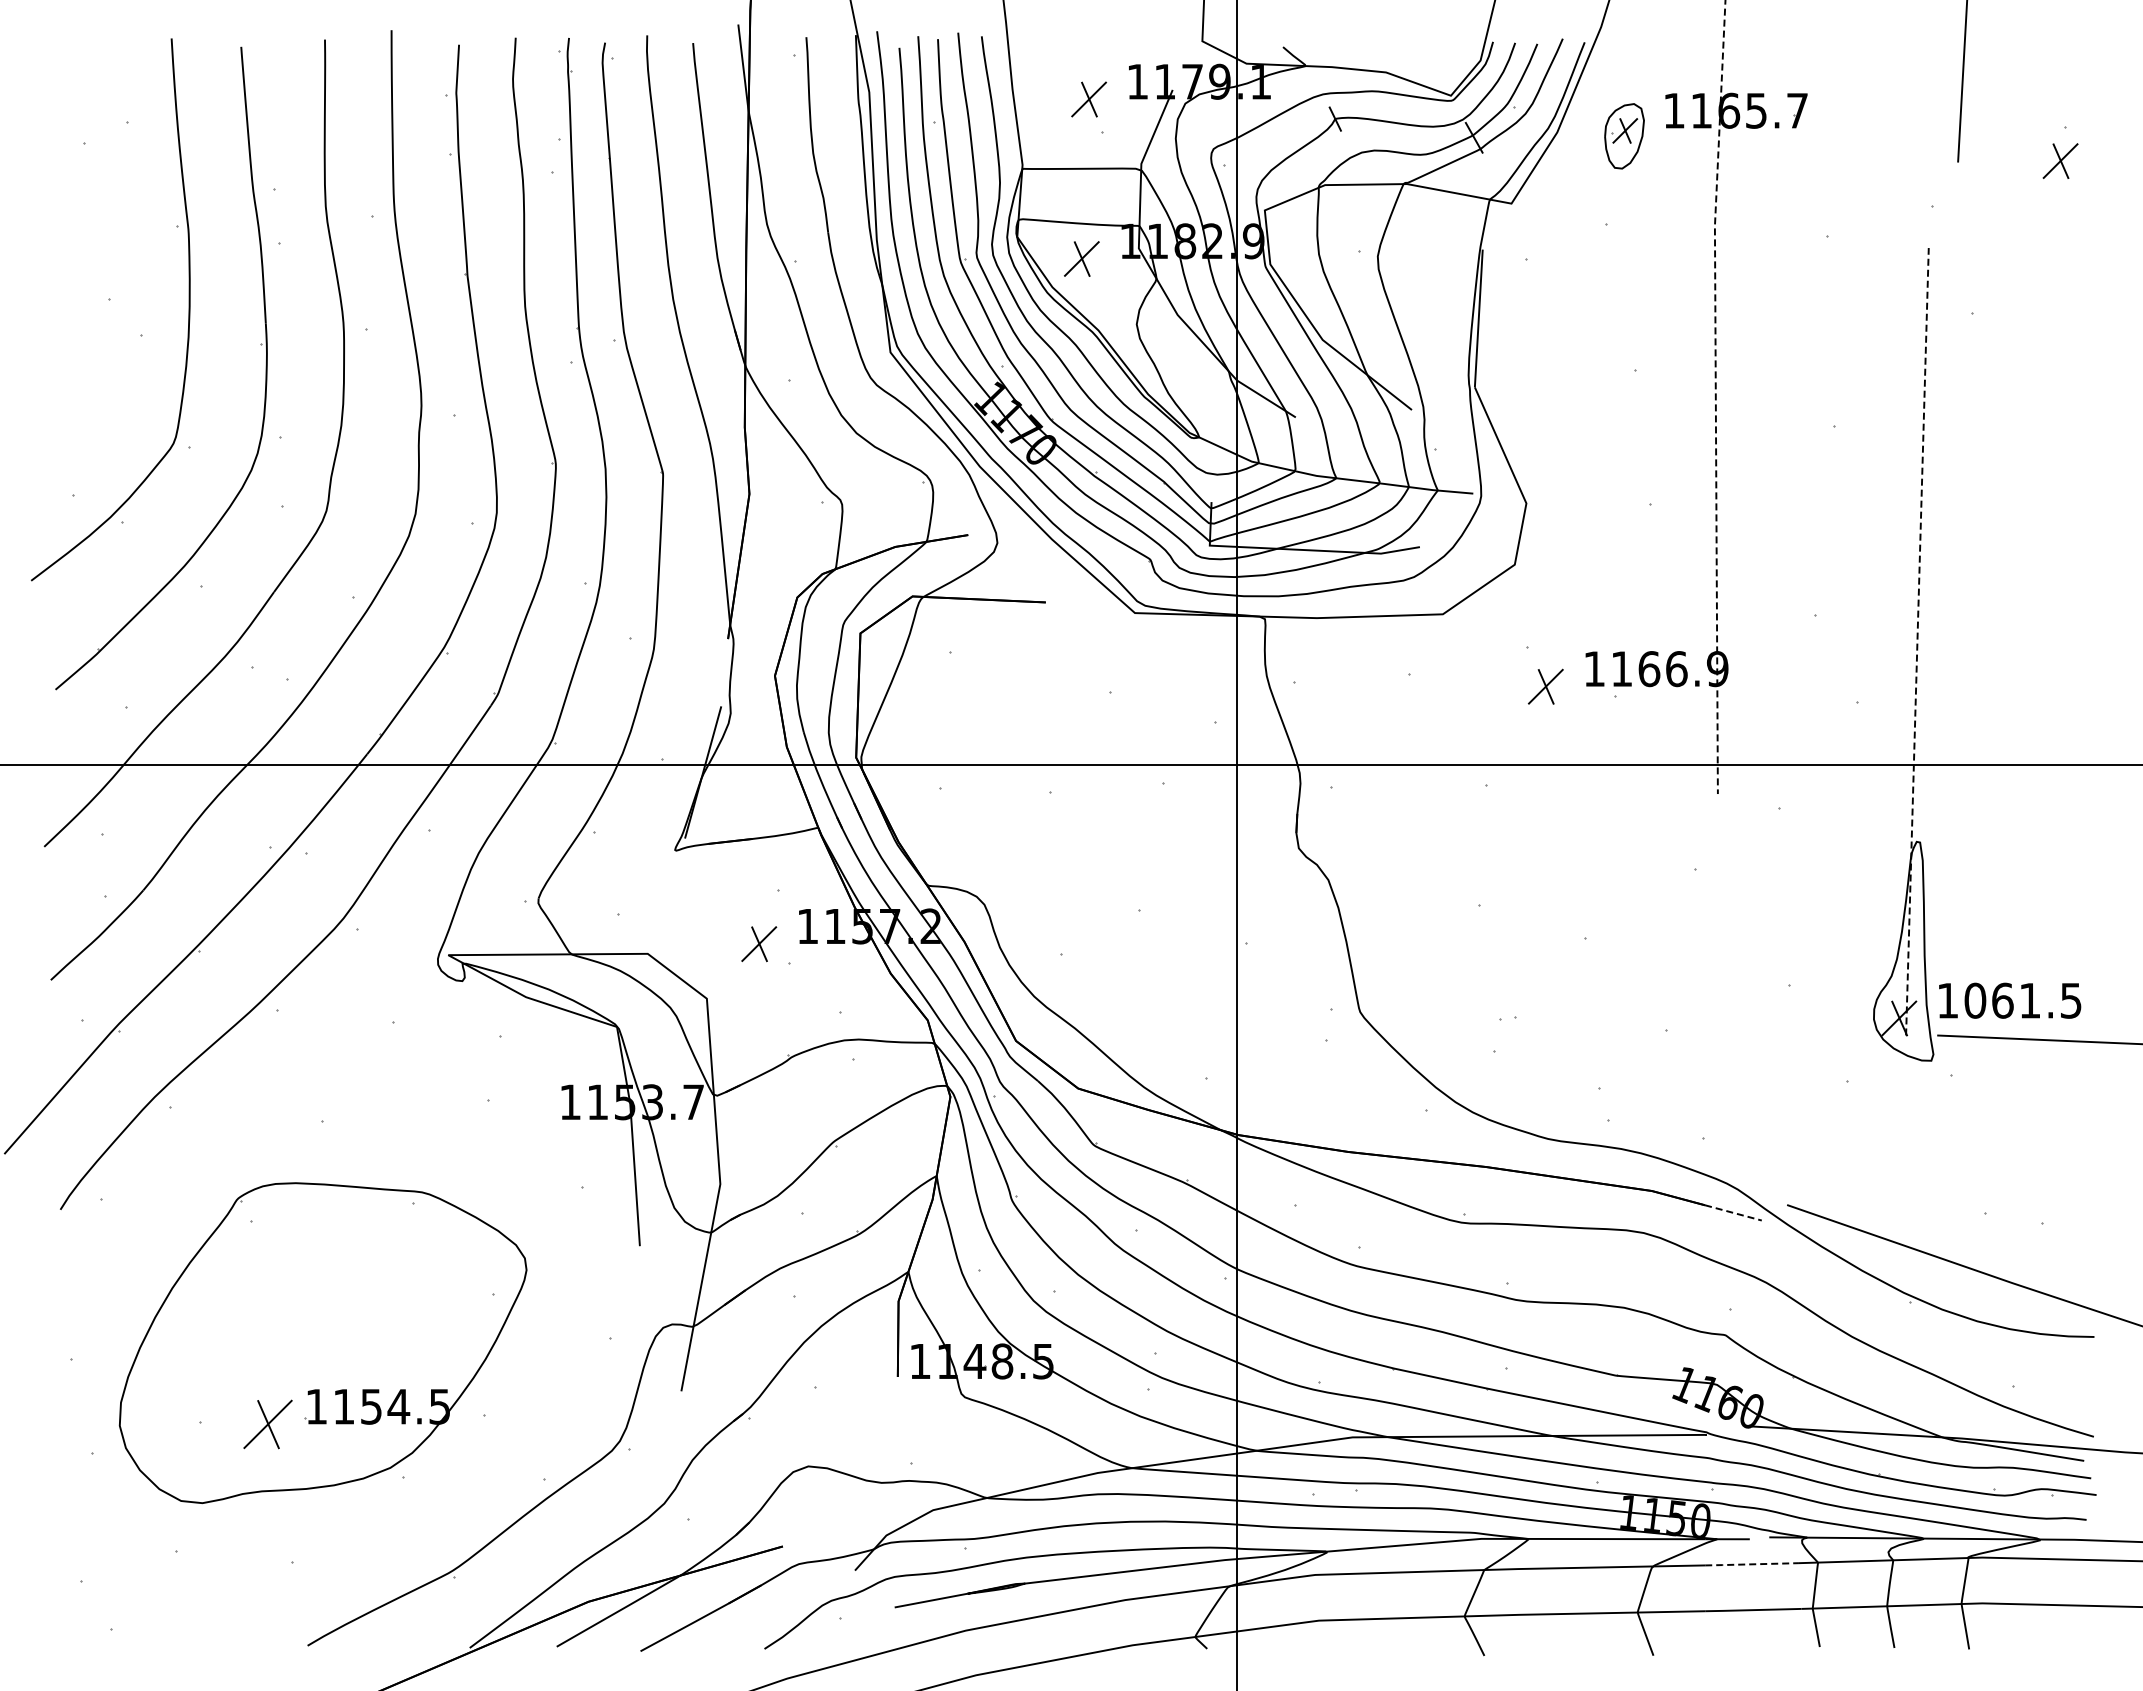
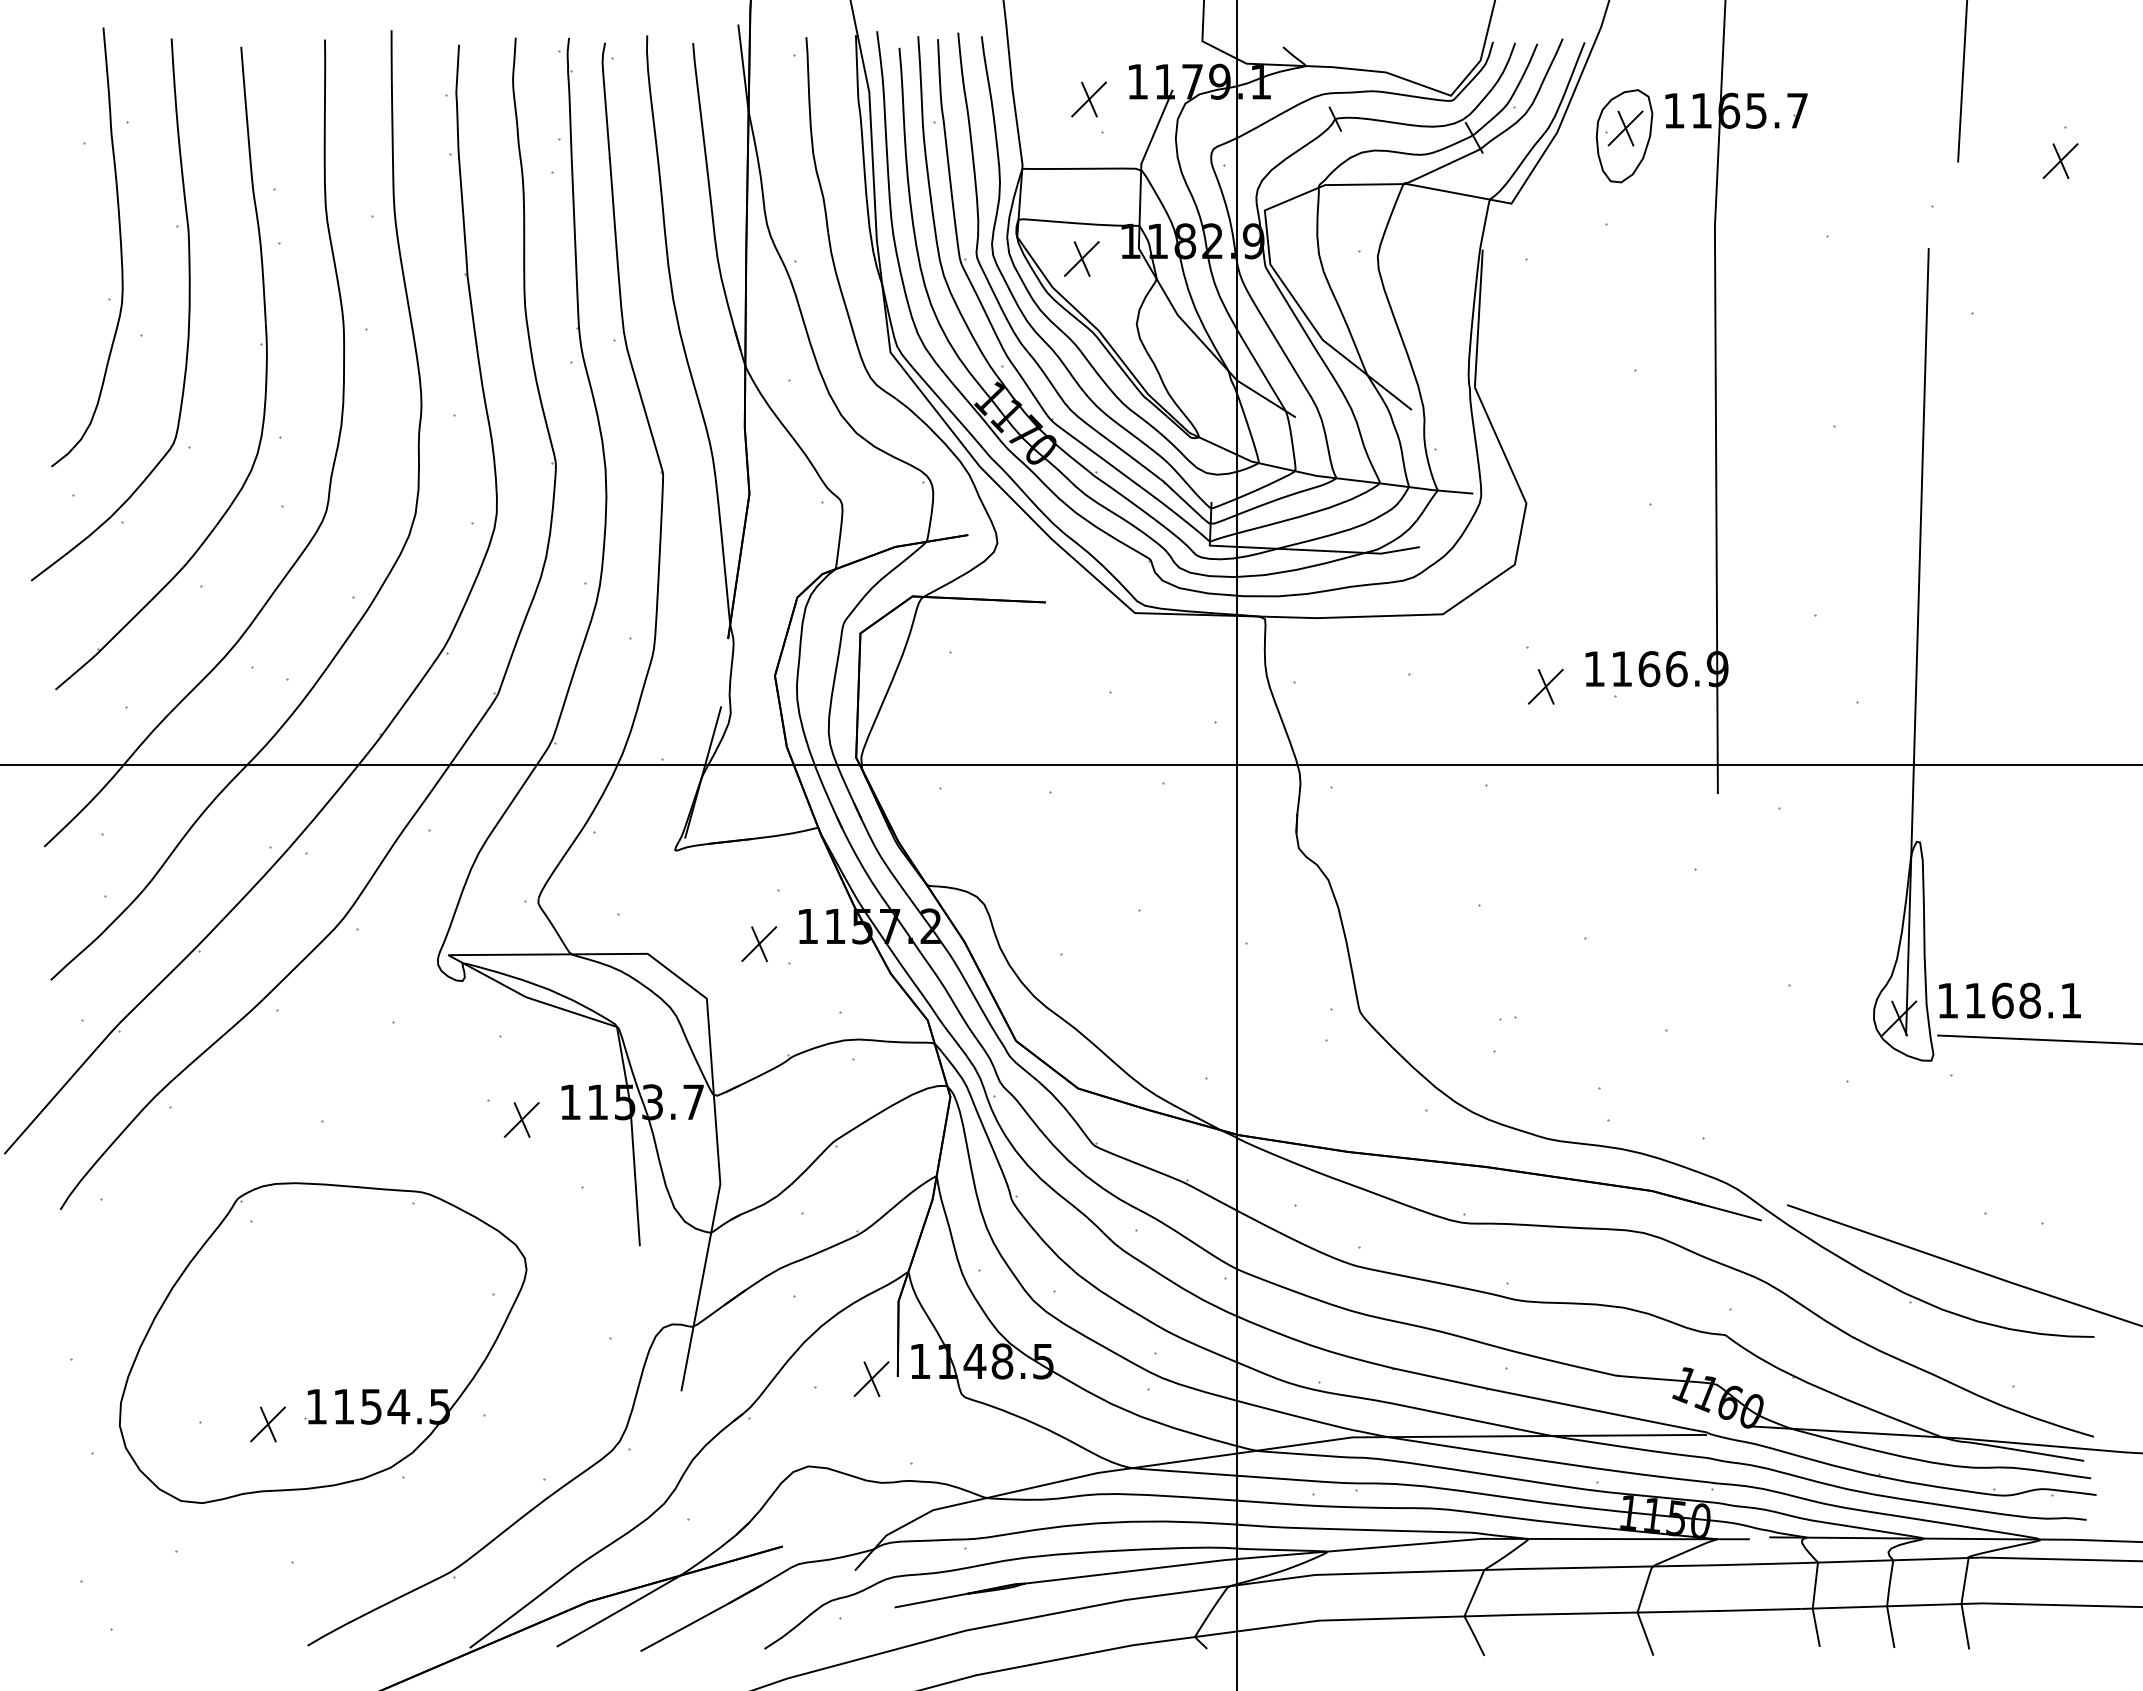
part at (1624, 136) size: 41x67 px -> 59x95 px
curve at (119, 240): none -> present
line at (1715, 397): dashed -> solid
line at (1917, 641): dashed -> solid
text at (2022, 1000): 1061.5 -> 1168.1
part at (521, 1119): none -> present
line at (1733, 1213): dashed -> solid
part at (871, 1378): none -> present
part at (267, 1424) size: 50x51 px -> 36x37 px
line at (1751, 1564): dashed -> solid
